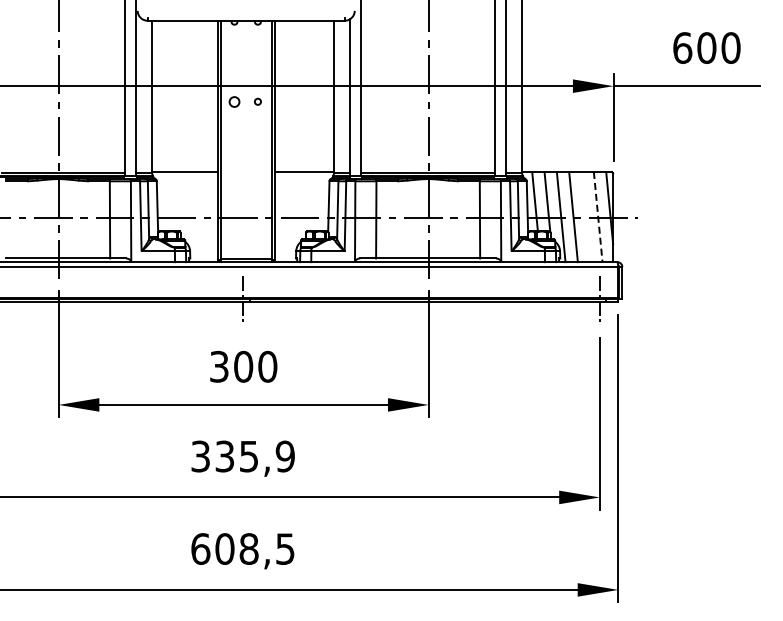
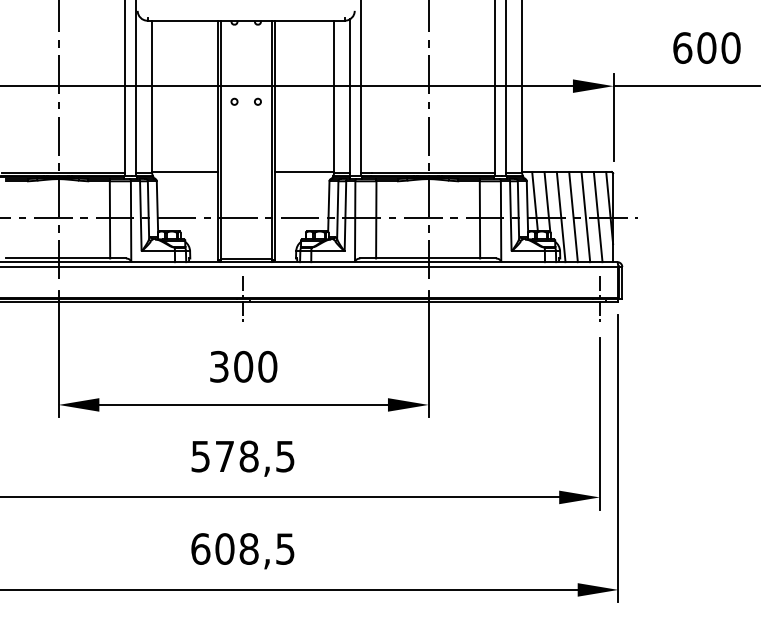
circle at (234, 101) size: 13x12 px -> 9x9 px
line at (585, 217): none -> present
line at (598, 217): dashed -> solid
text at (243, 456): 335,9 -> 578,5
